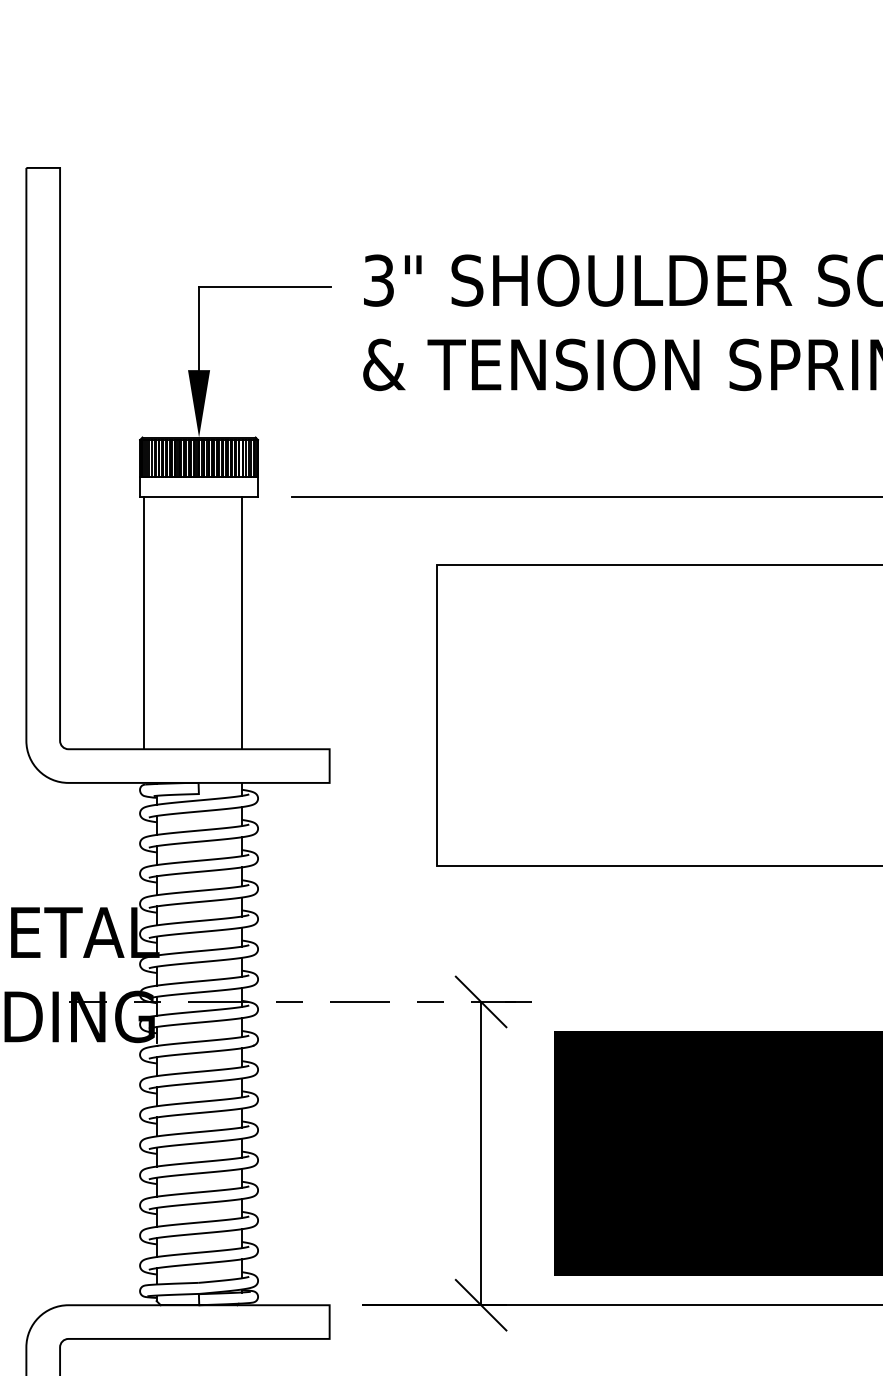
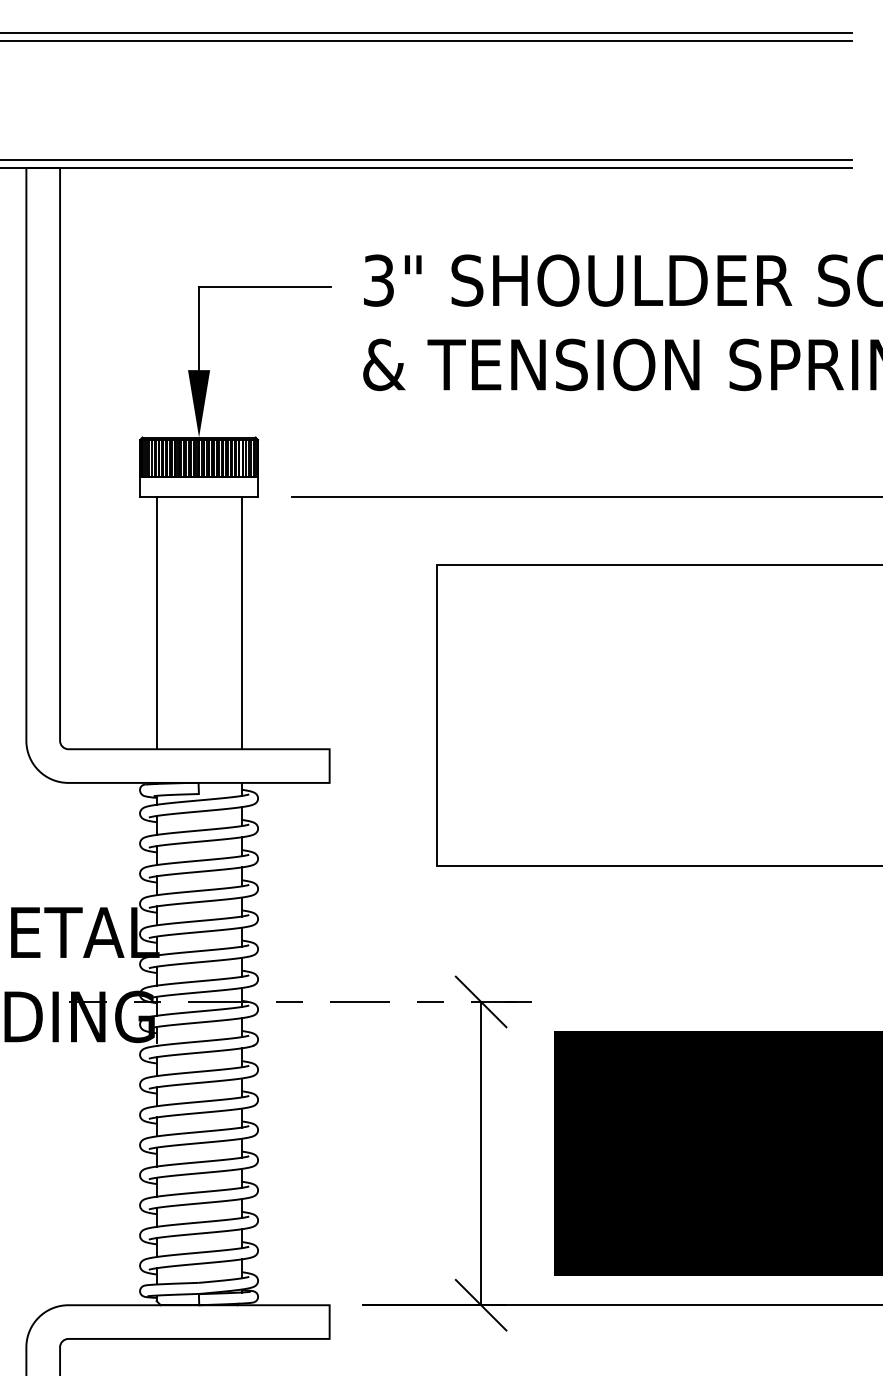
line at (426, 33): none -> present
line at (426, 41): none -> present
line at (426, 159): none -> present
line at (426, 167): none -> present
line at (143, 622) position: (143, 622) -> (156, 622)
